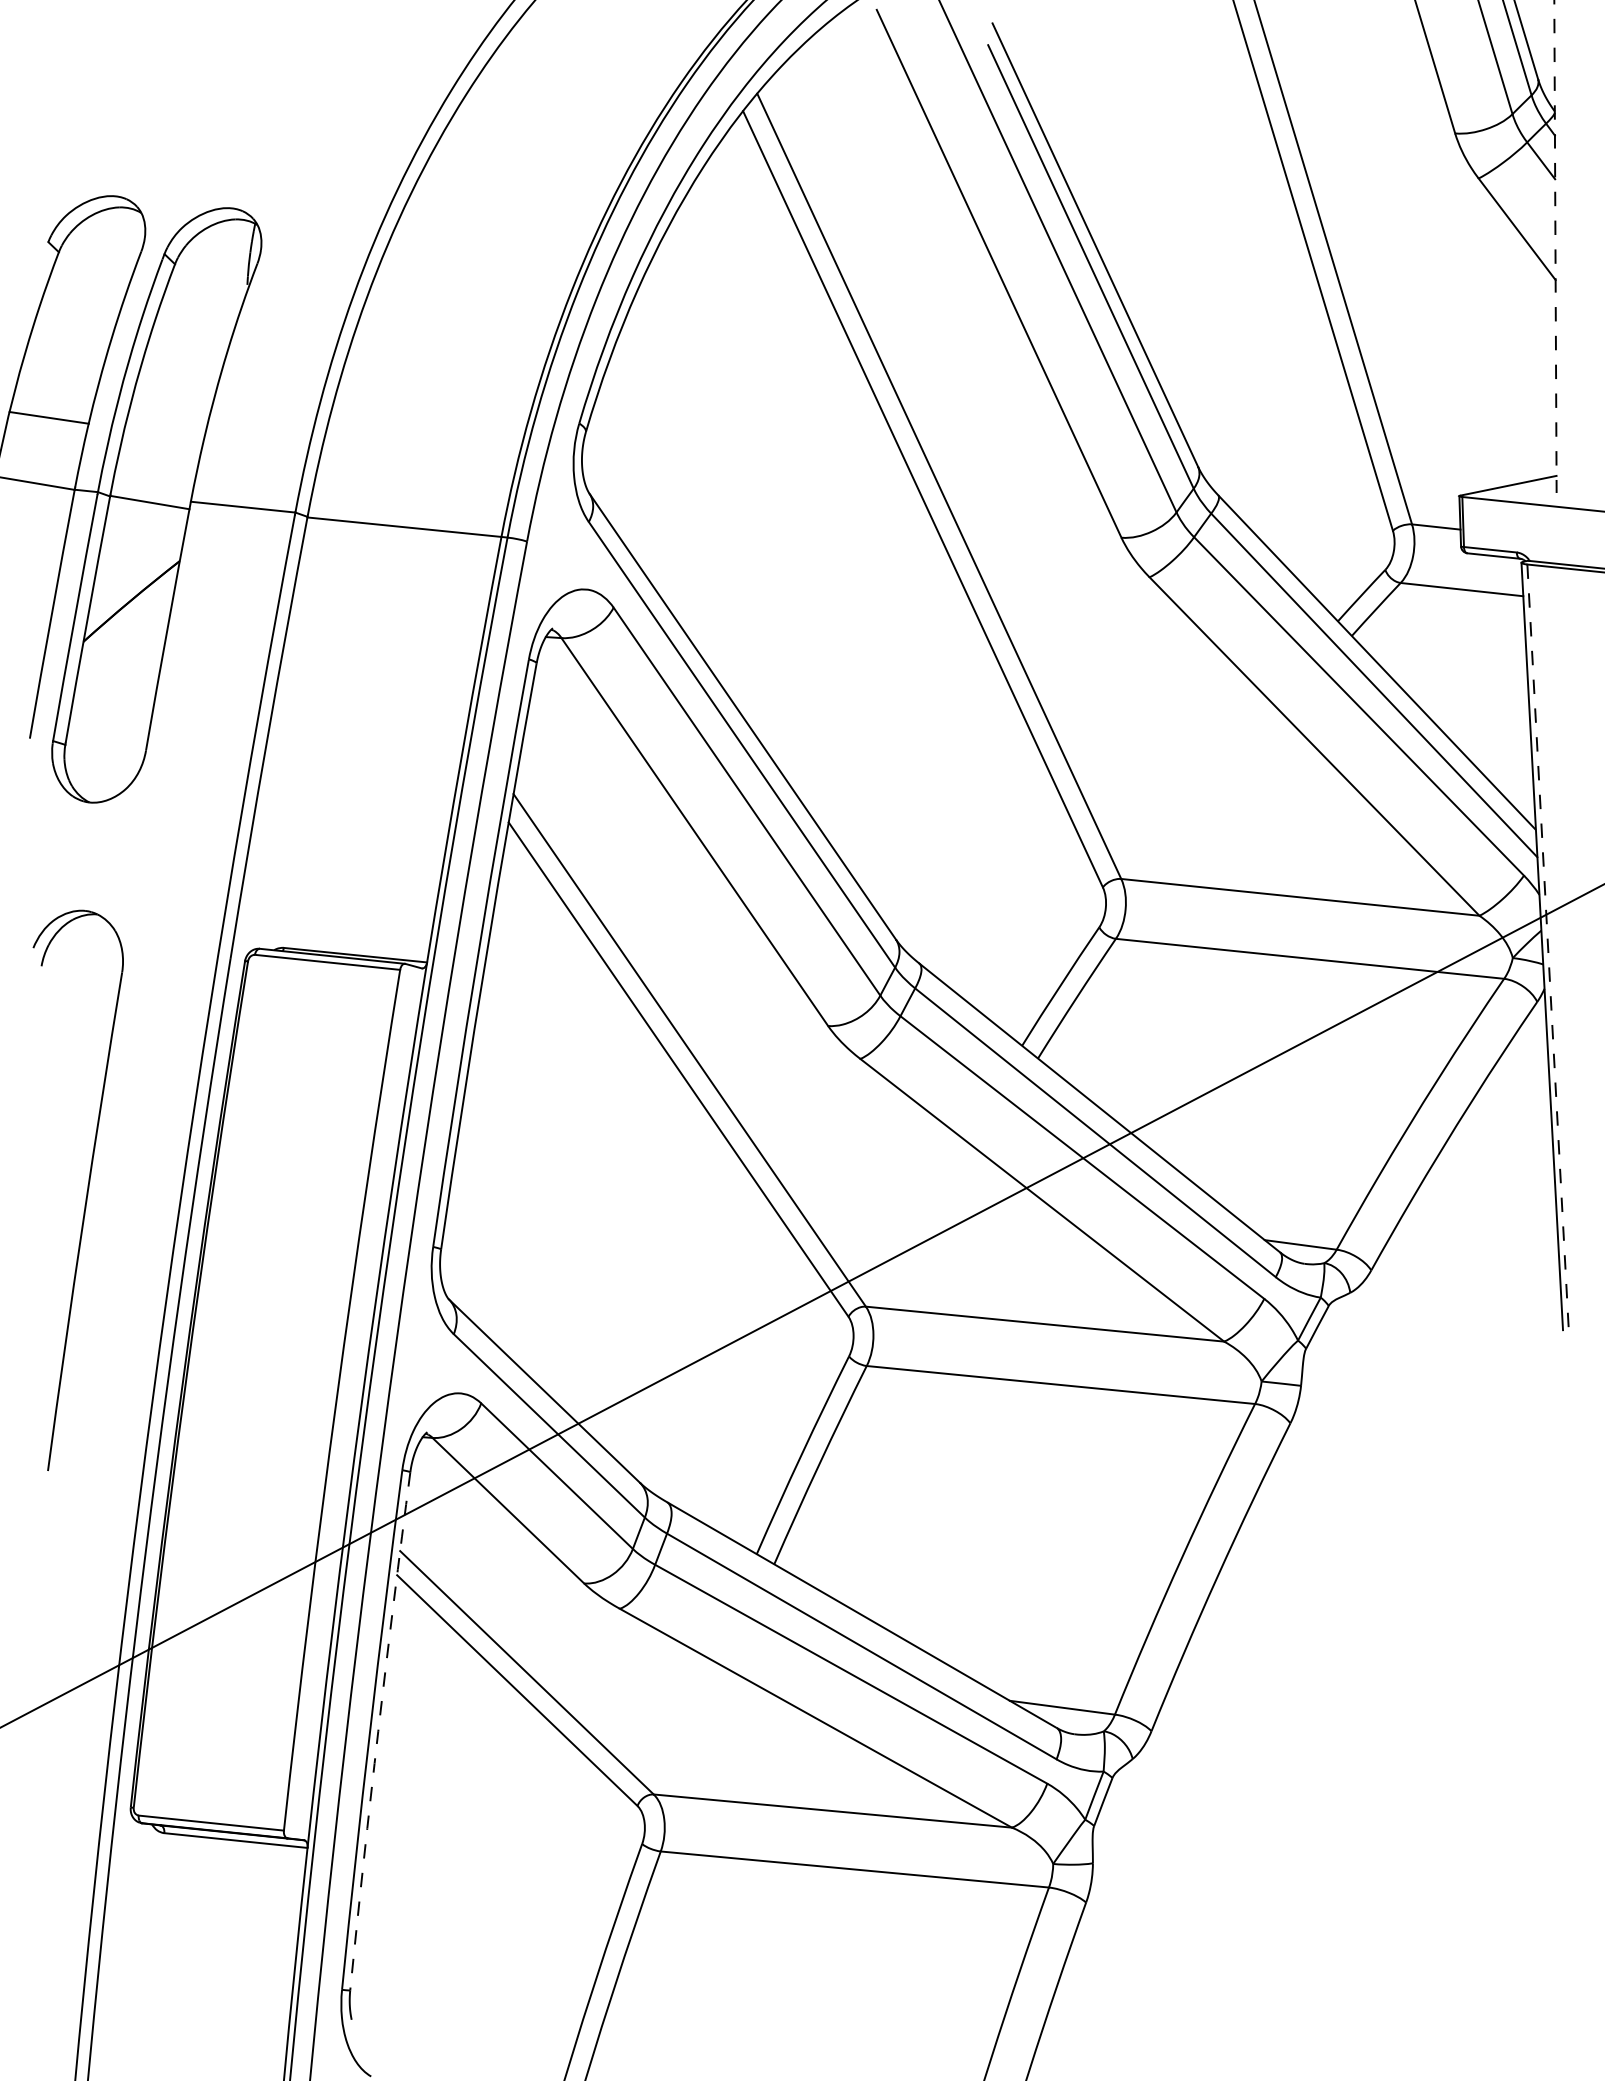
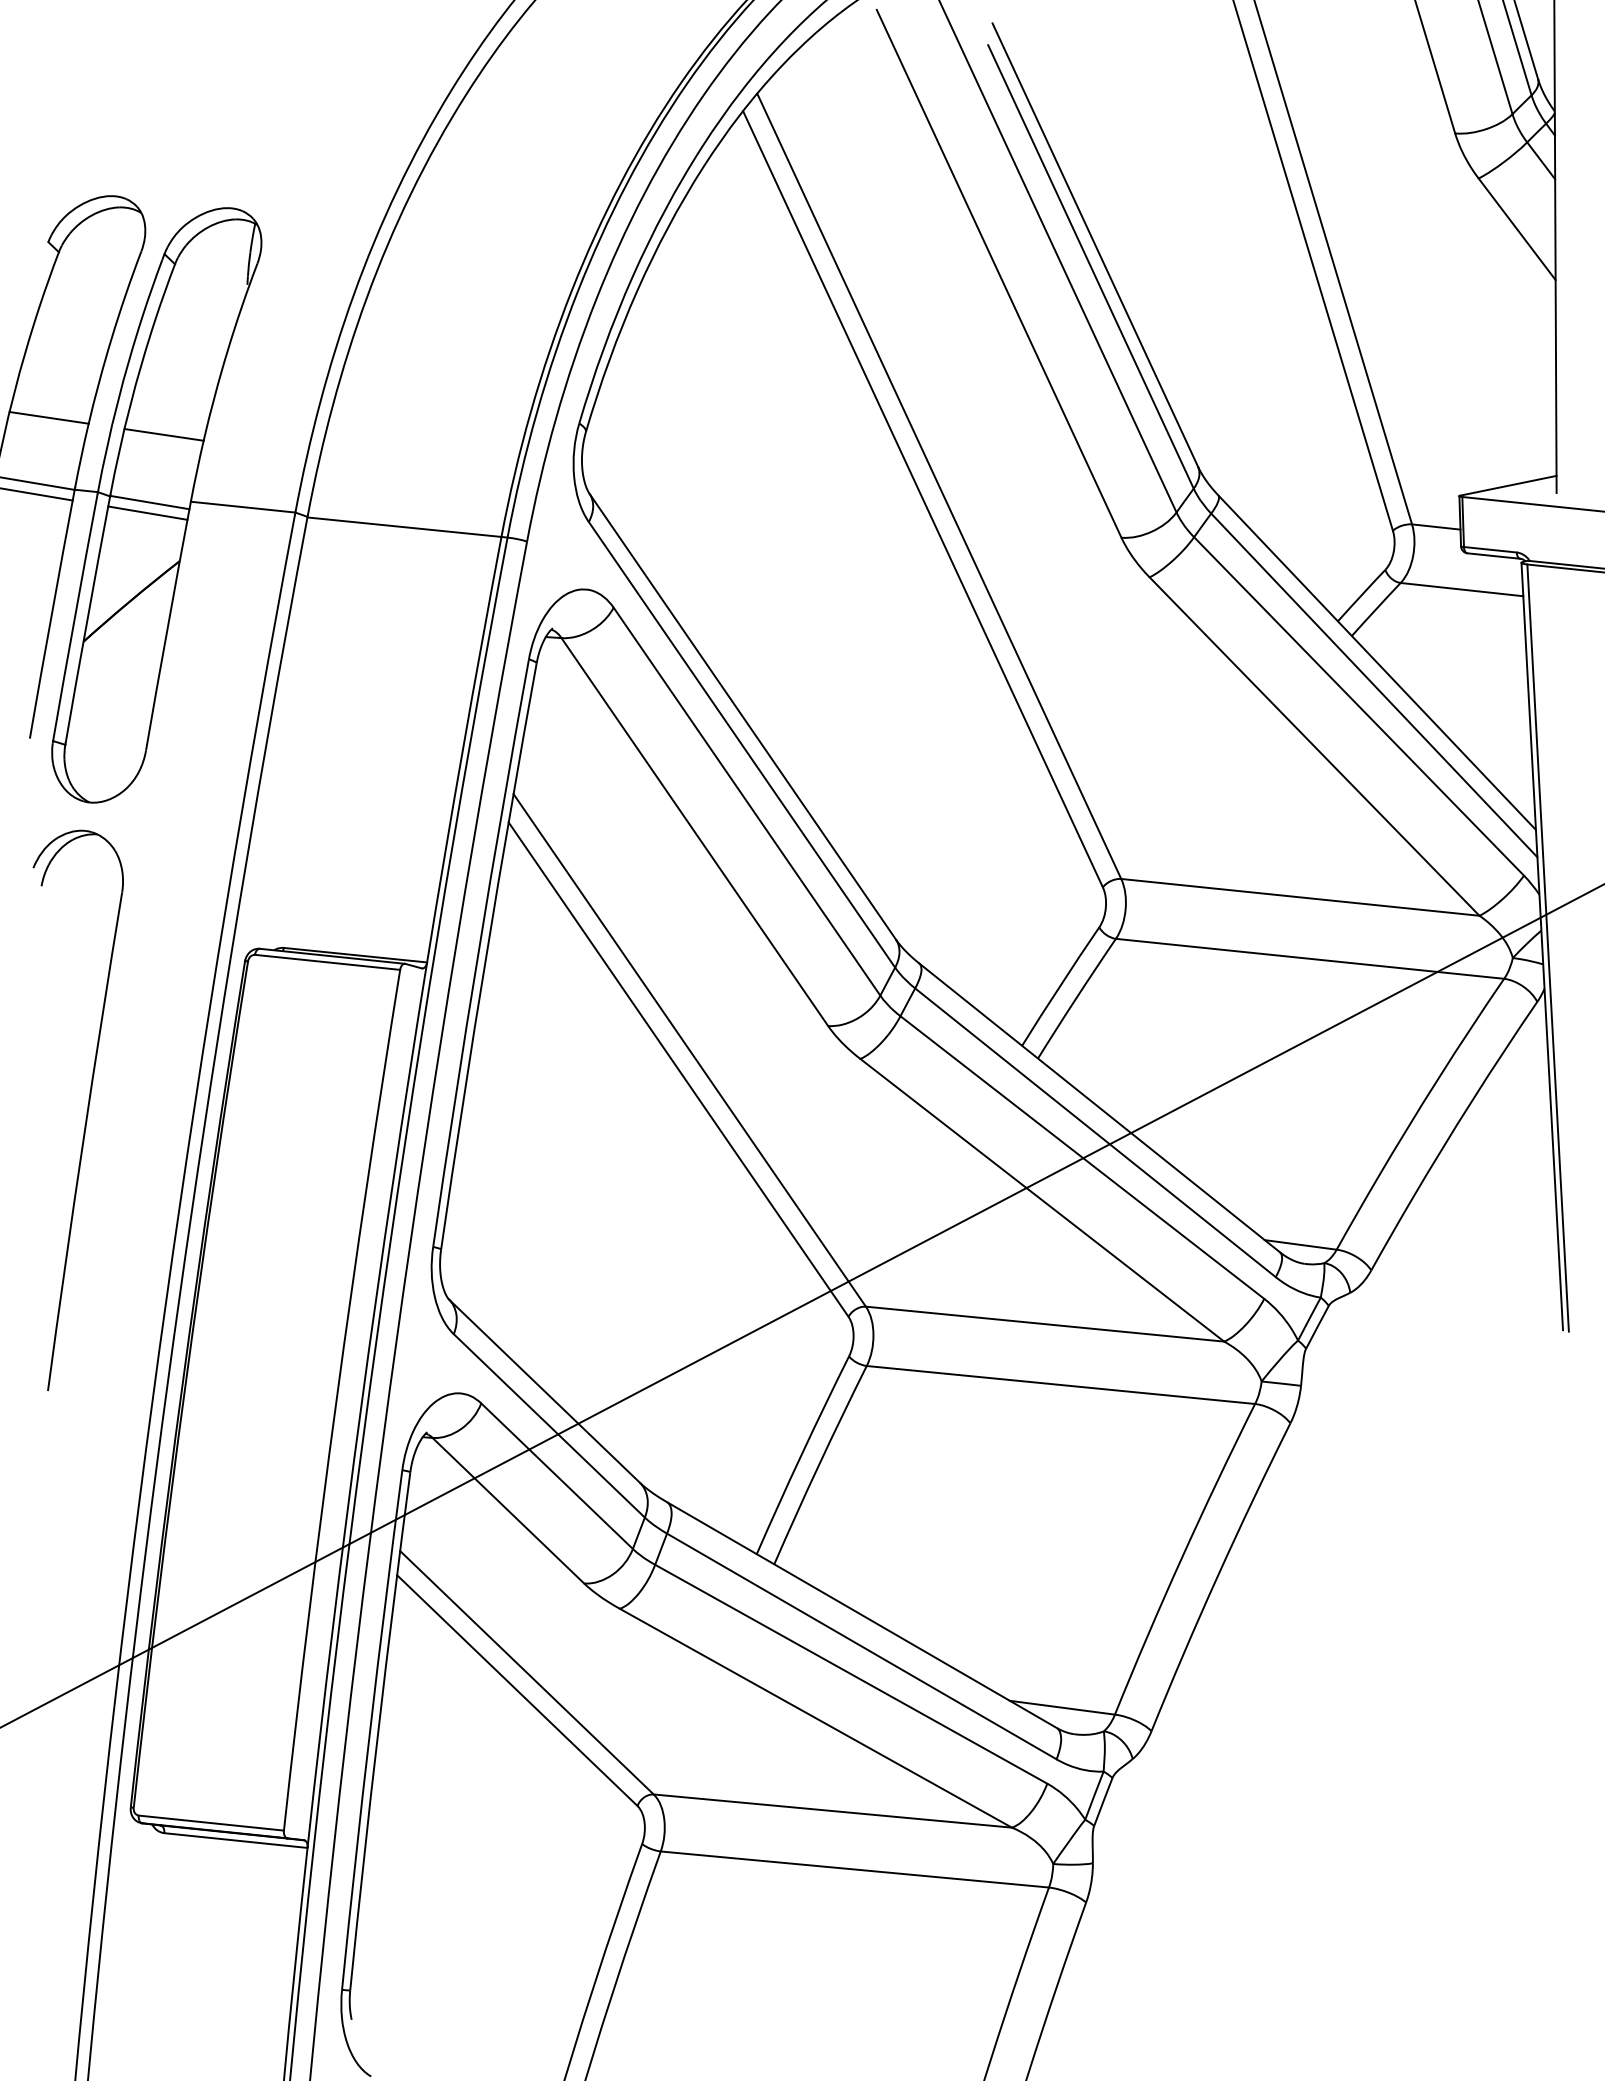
line at (1555, 247): dashed -> solid
line at (163, 434): none -> present
line at (37, 494): none -> present
line at (147, 512): none -> present
line at (1548, 948): dashed -> solid
part at (86, 1191) position: (86, 1191) -> (86, 1111)
arc at (378, 1731): dashed -> solid
